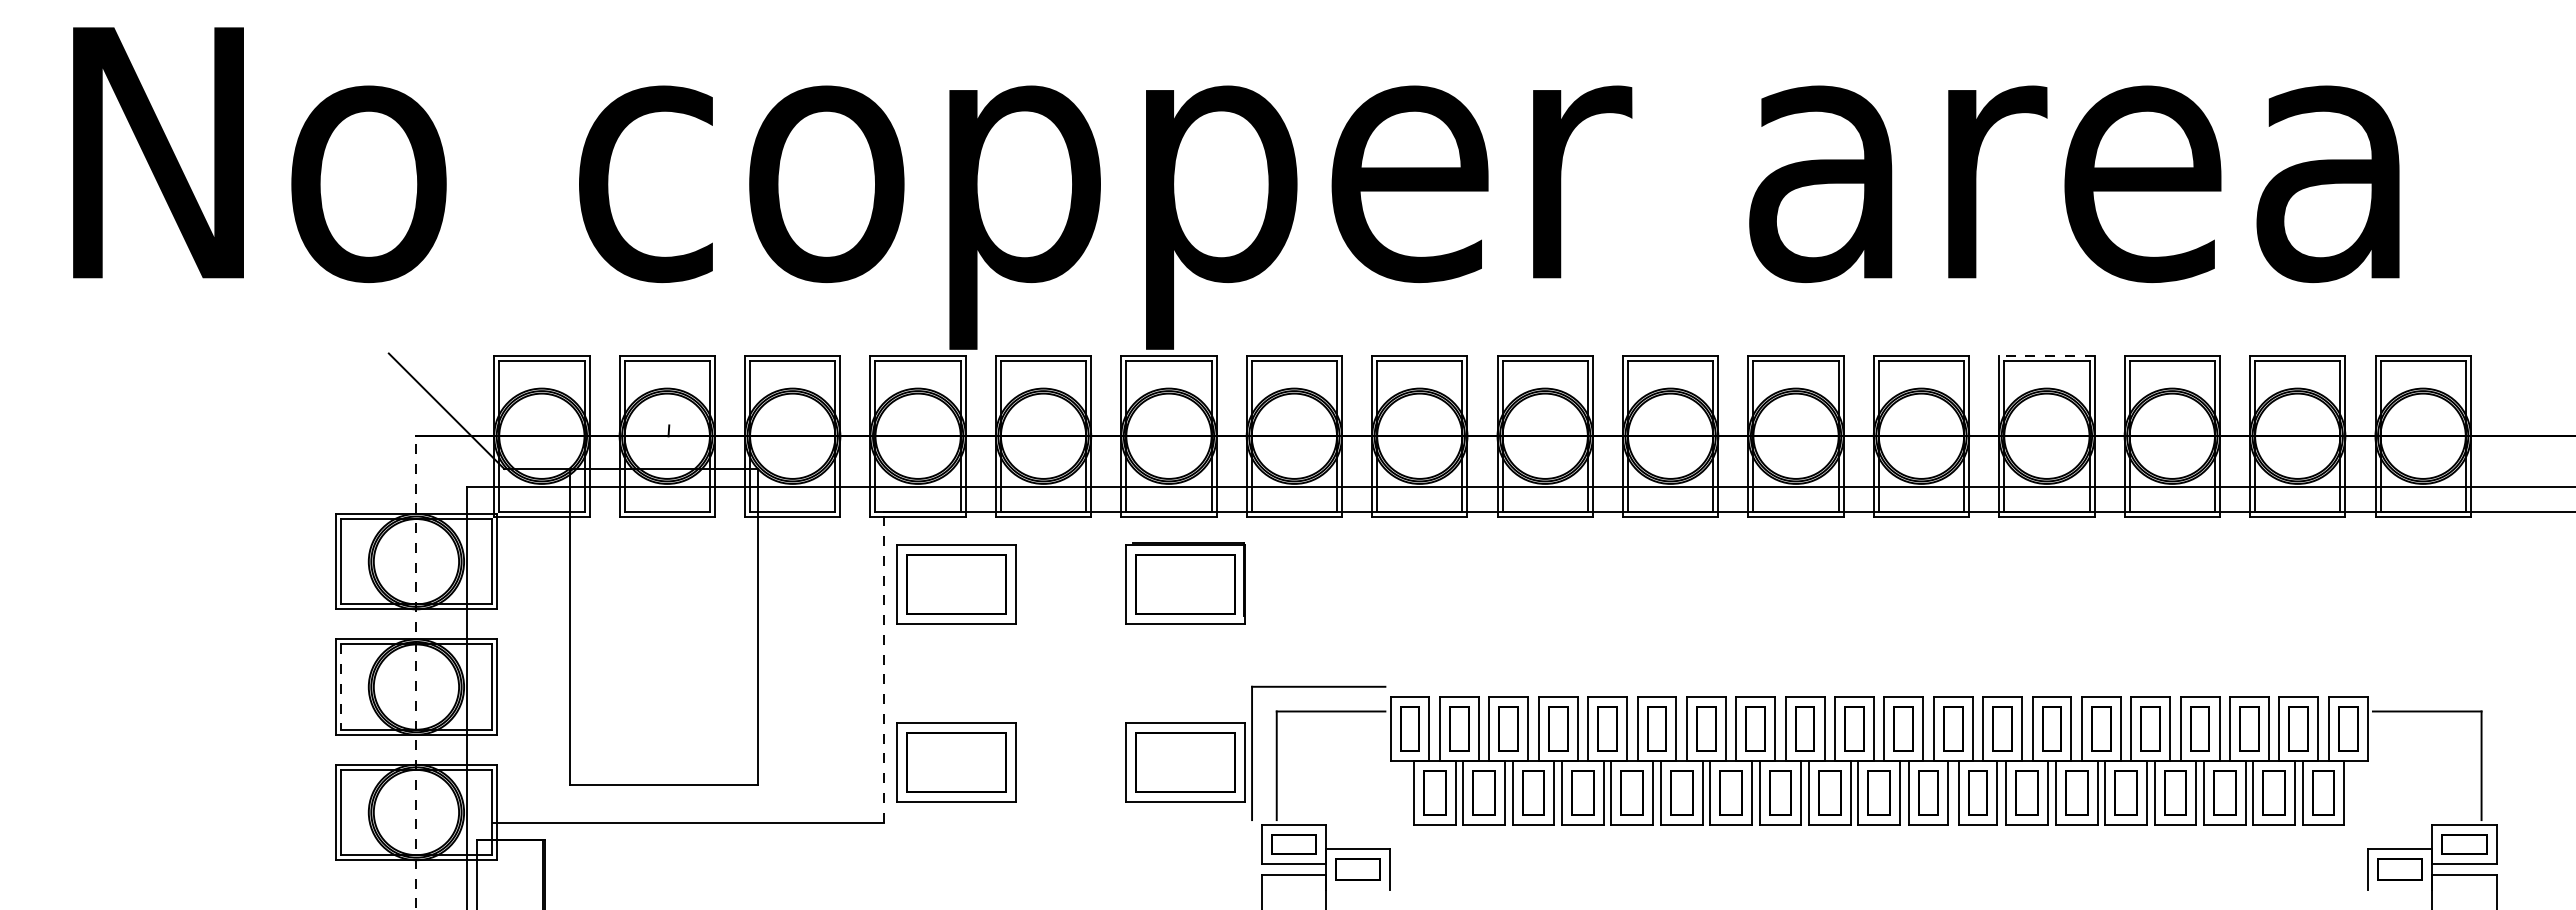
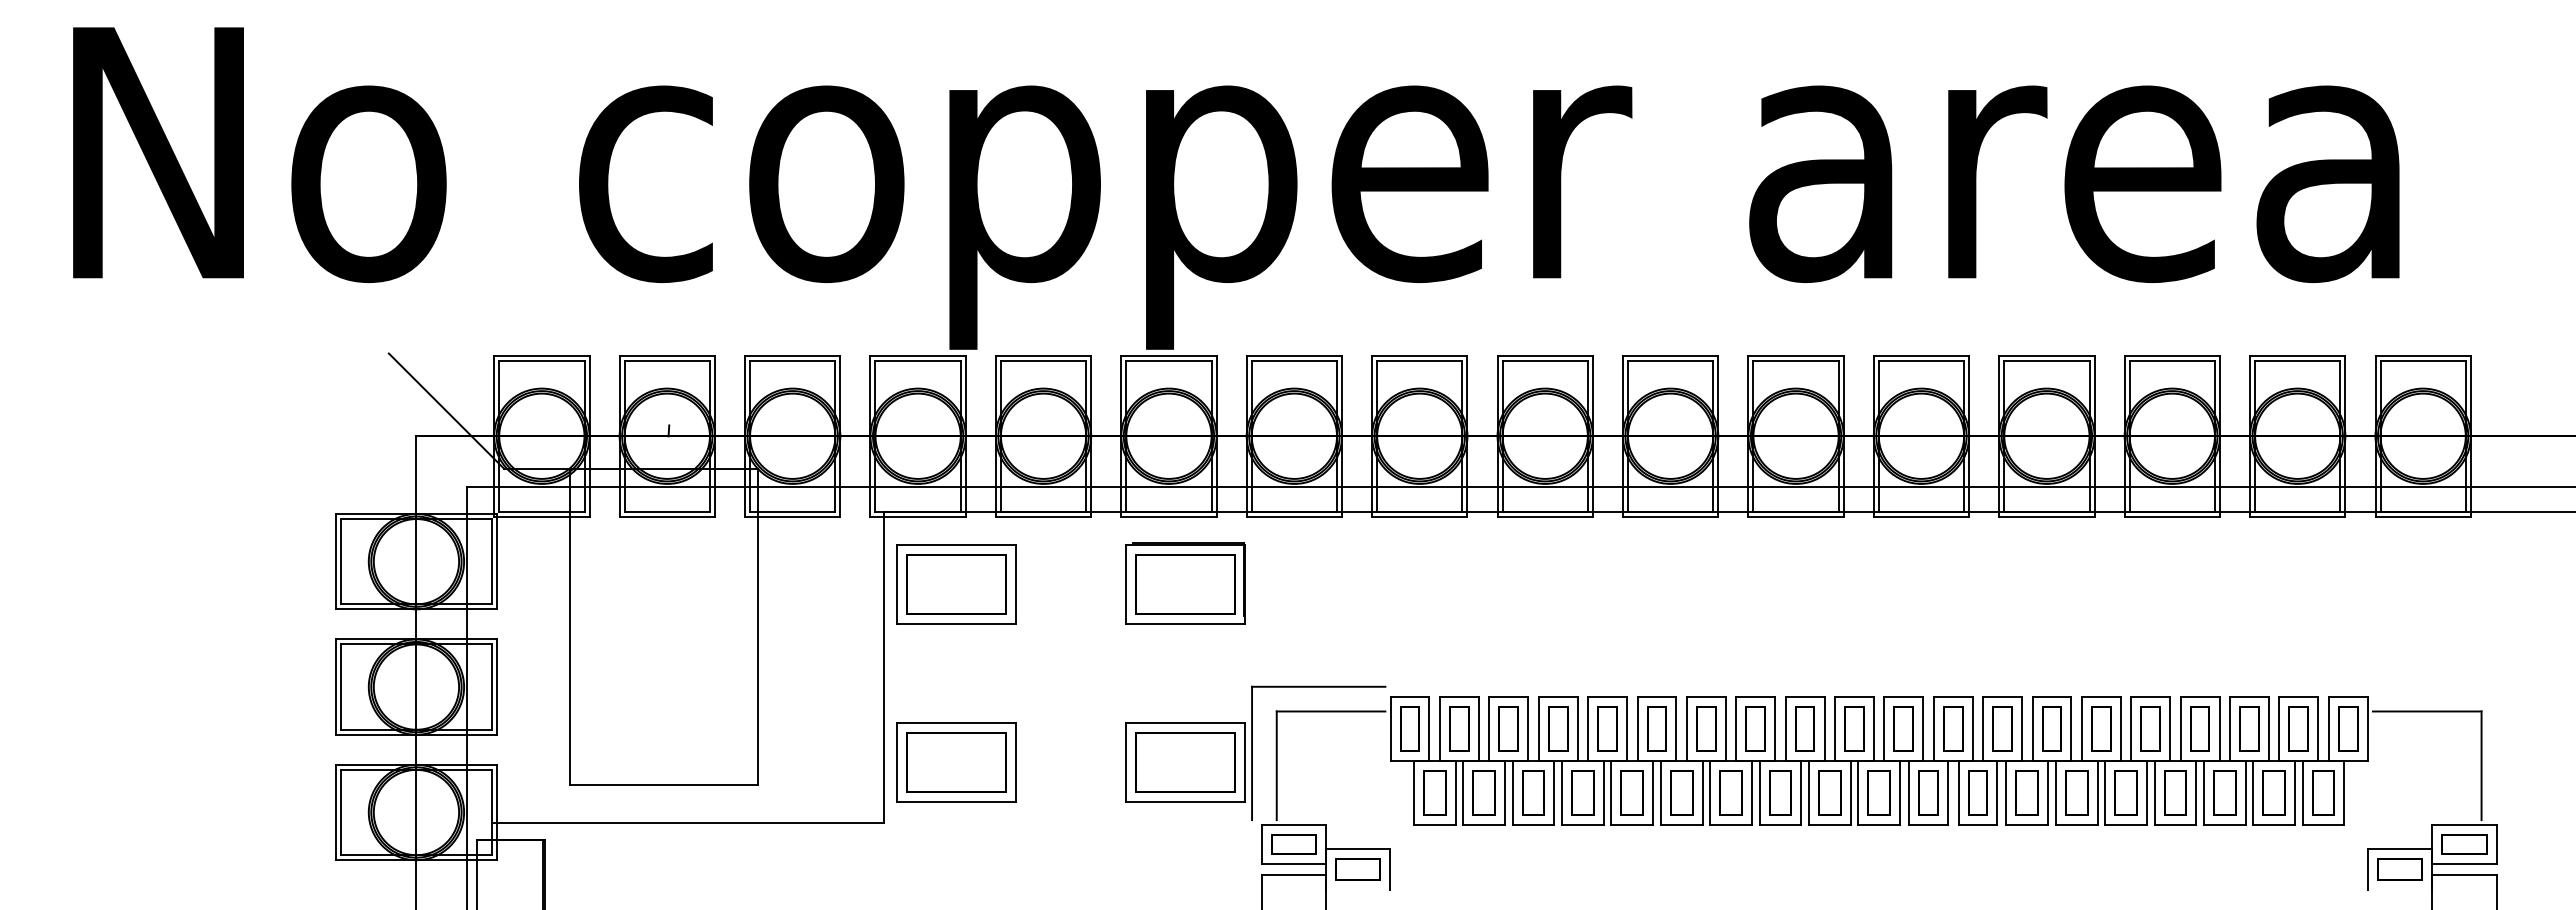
line at (2046, 356): dashed -> solid
line at (884, 667): dashed -> solid
line at (416, 672): dashed -> solid
line at (341, 687): dashed -> solid
